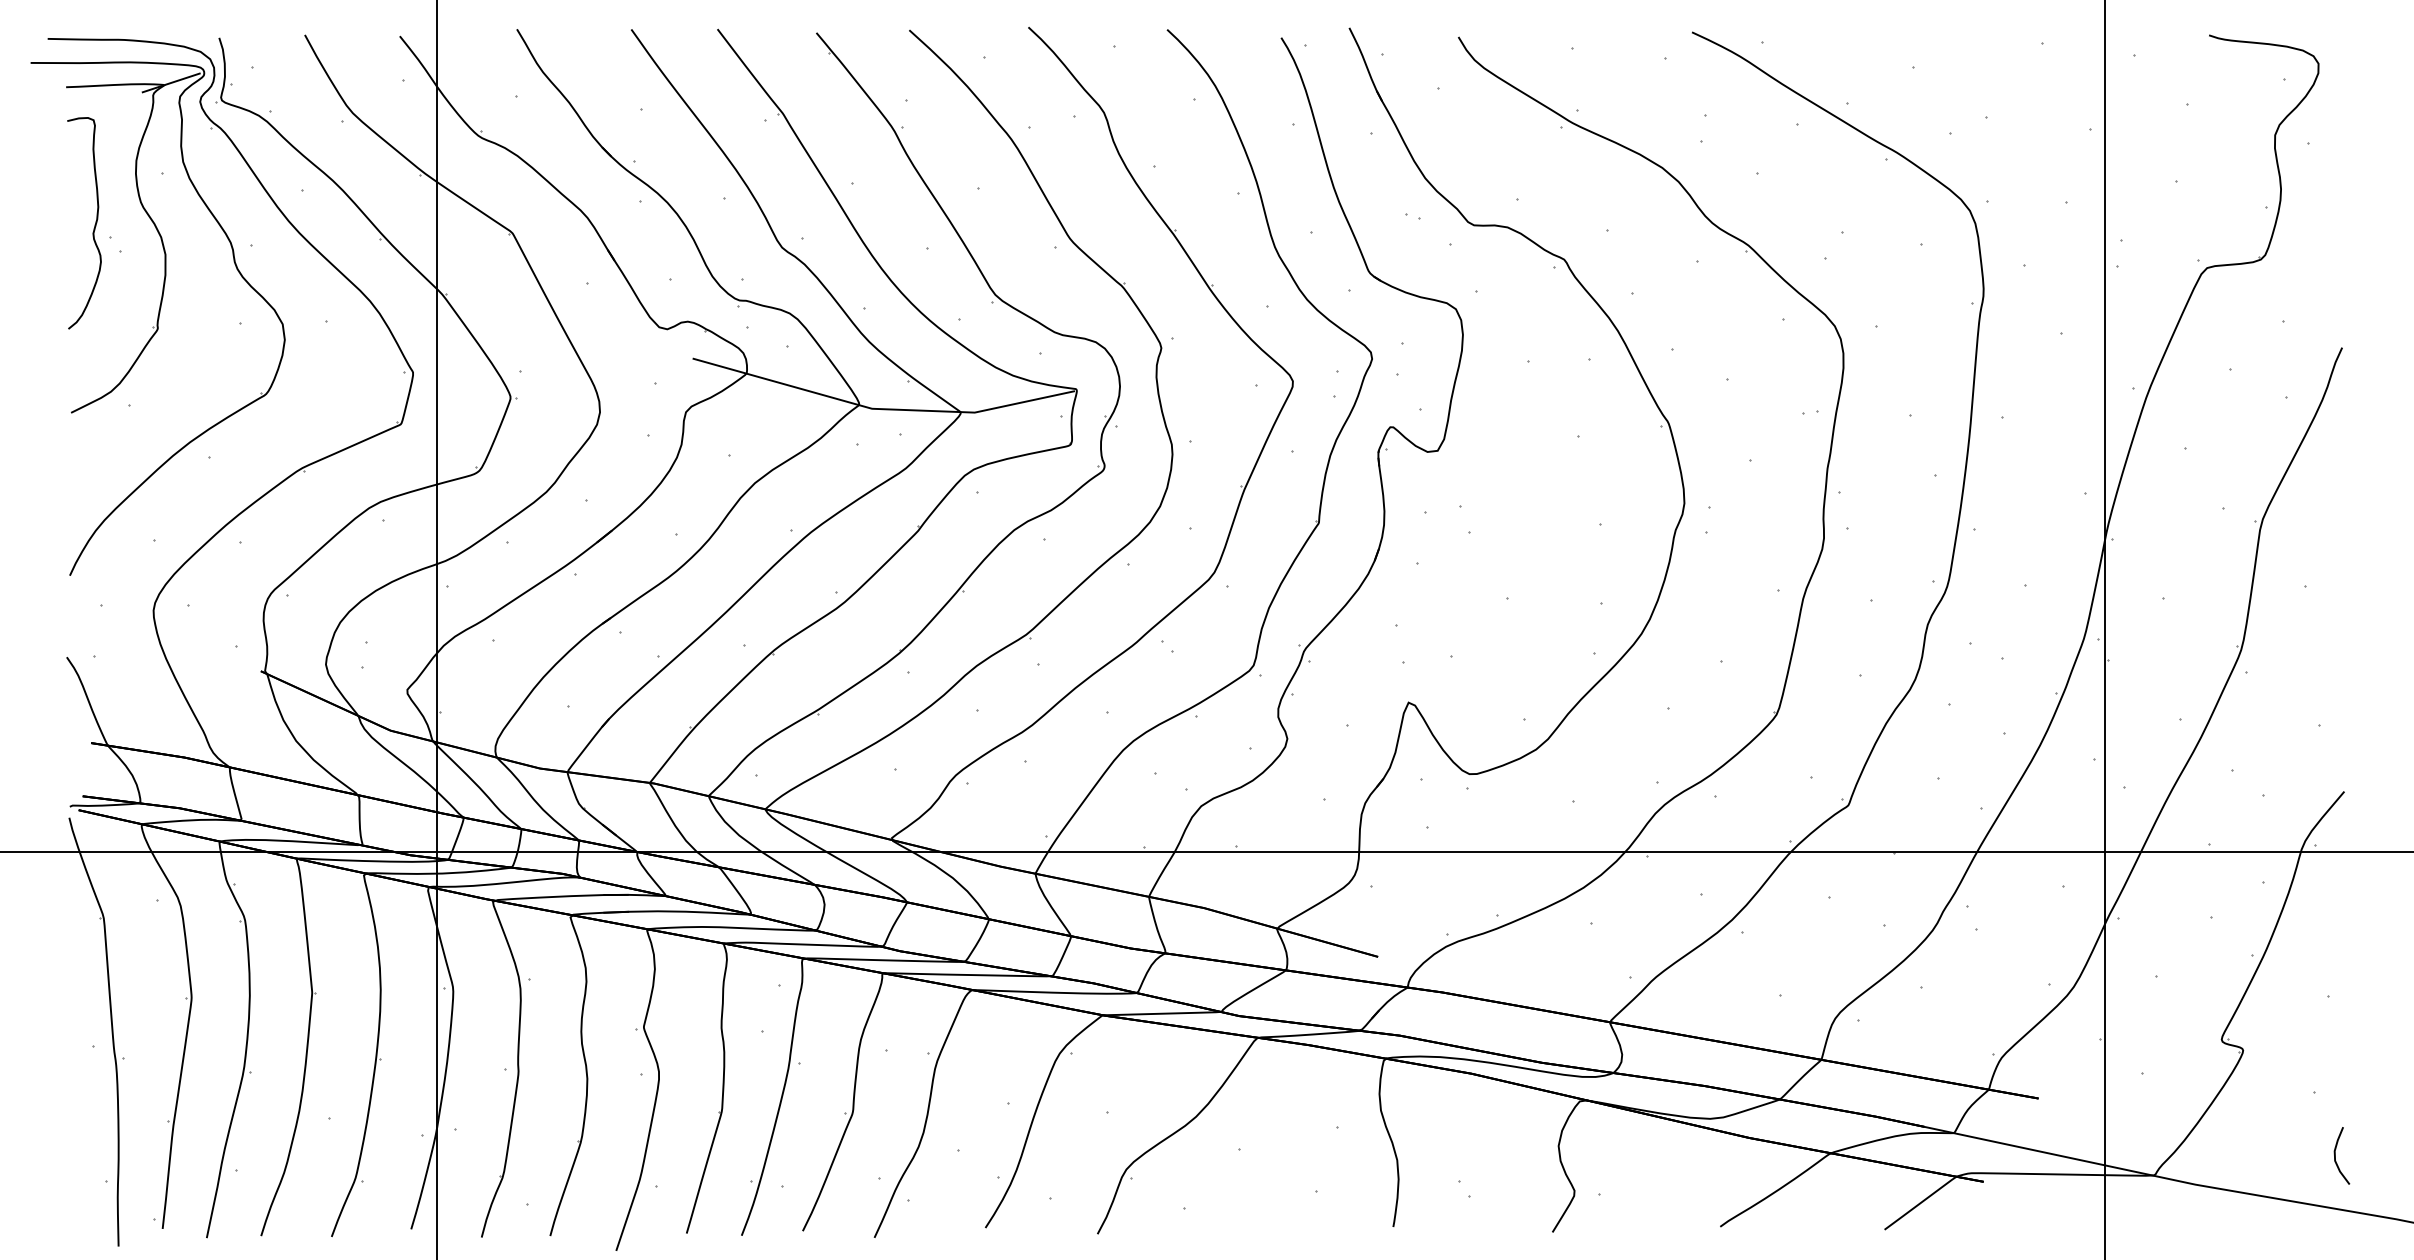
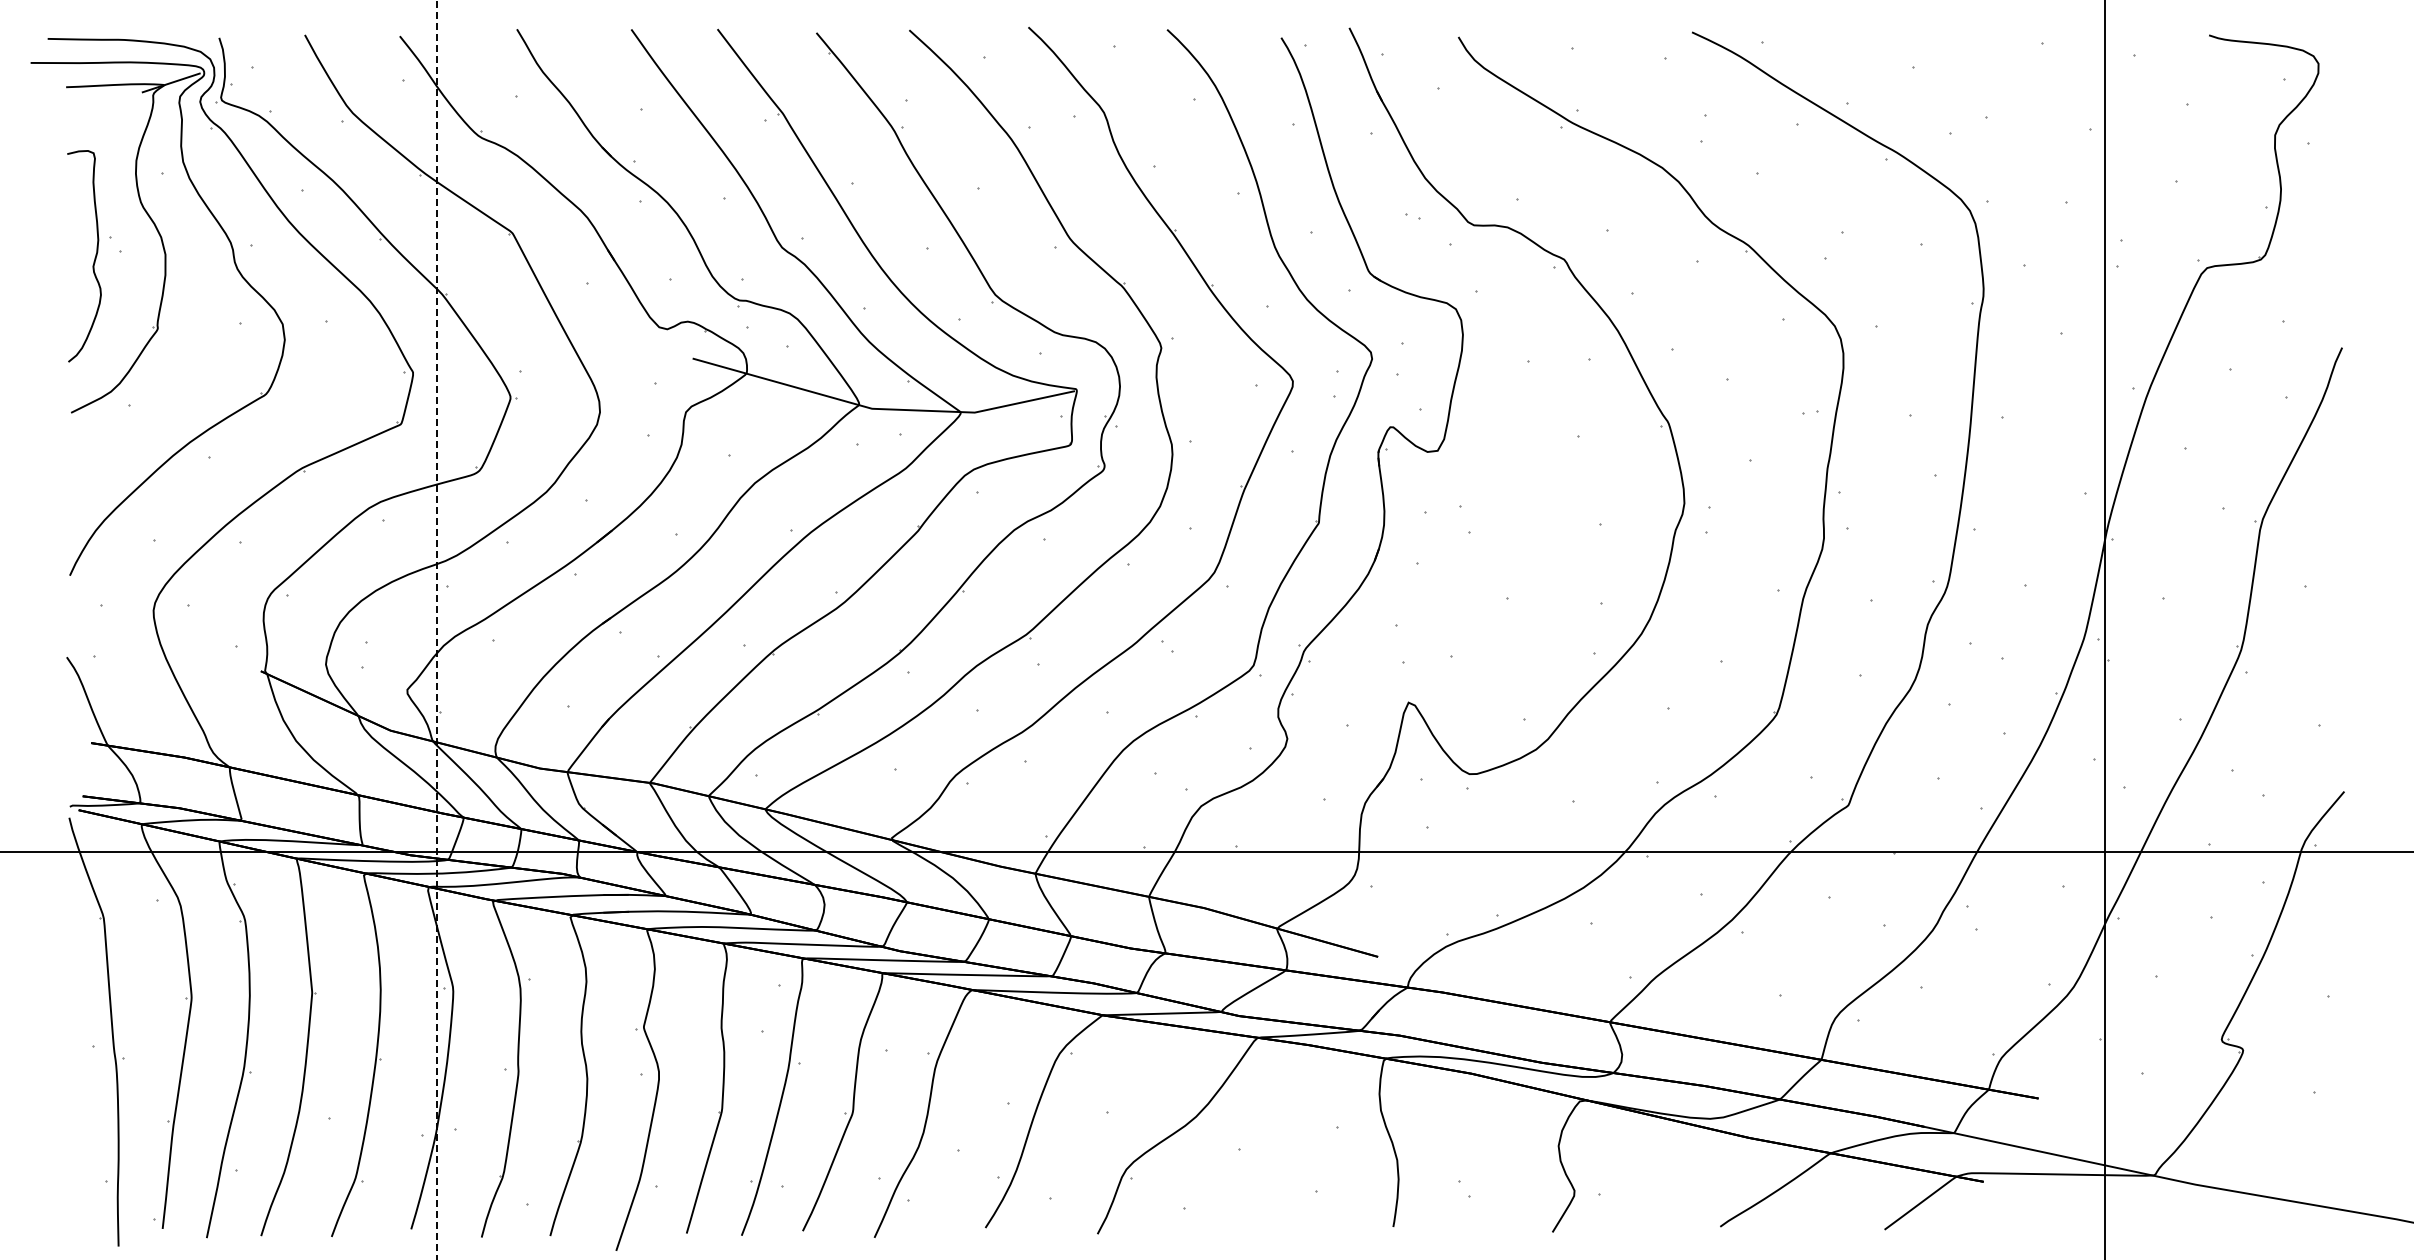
curve at (94, 224) position: (94, 224) -> (94, 257)
line at (437, 630): solid -> dashed
curve at (2335, 1155): present -> none
